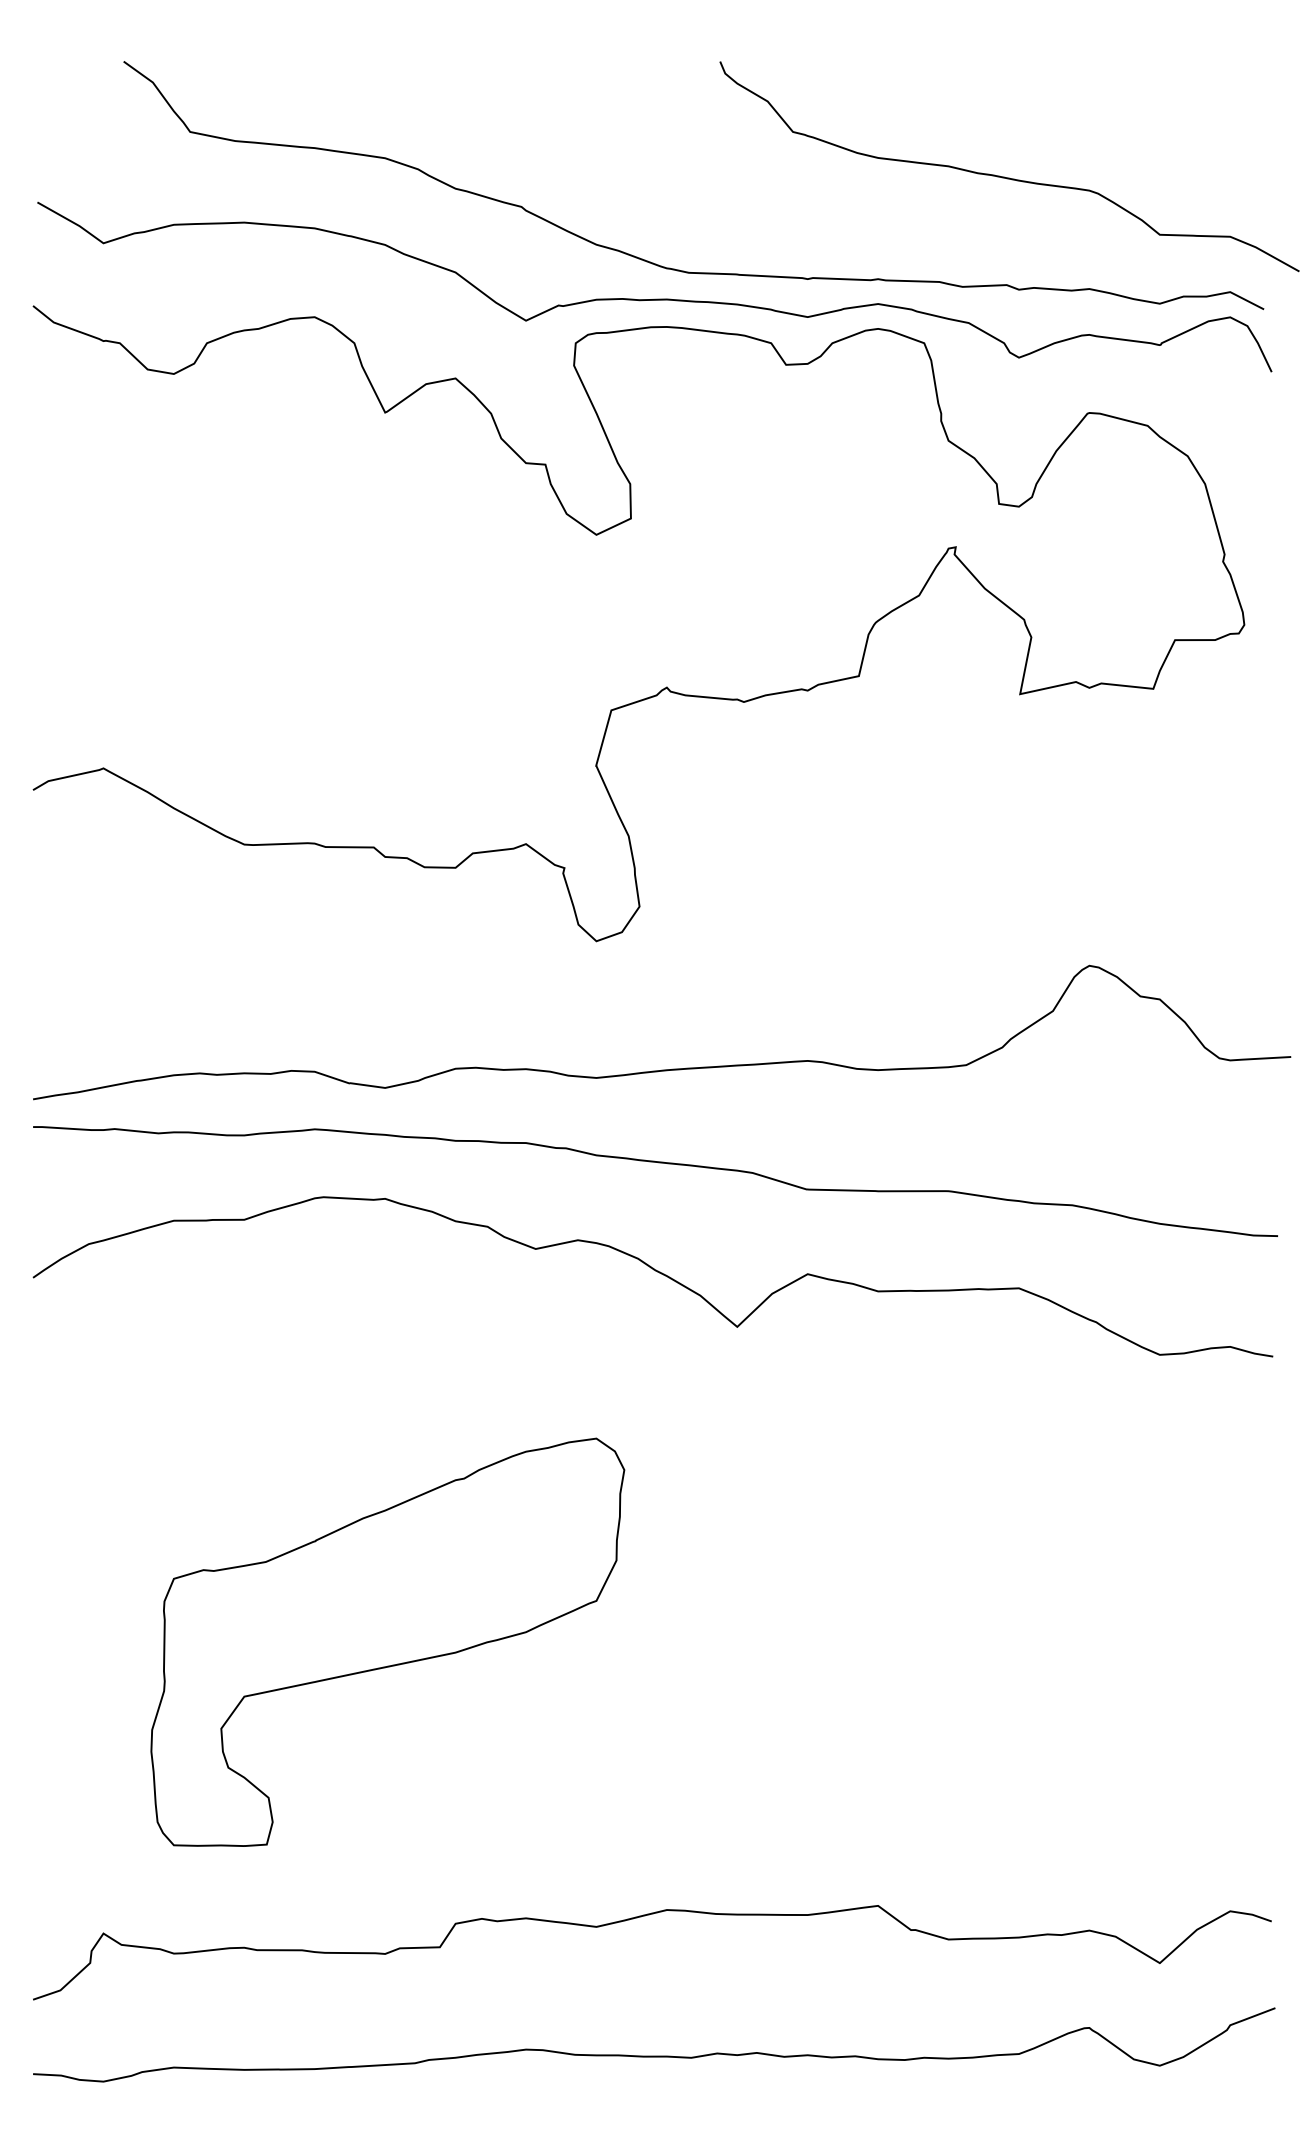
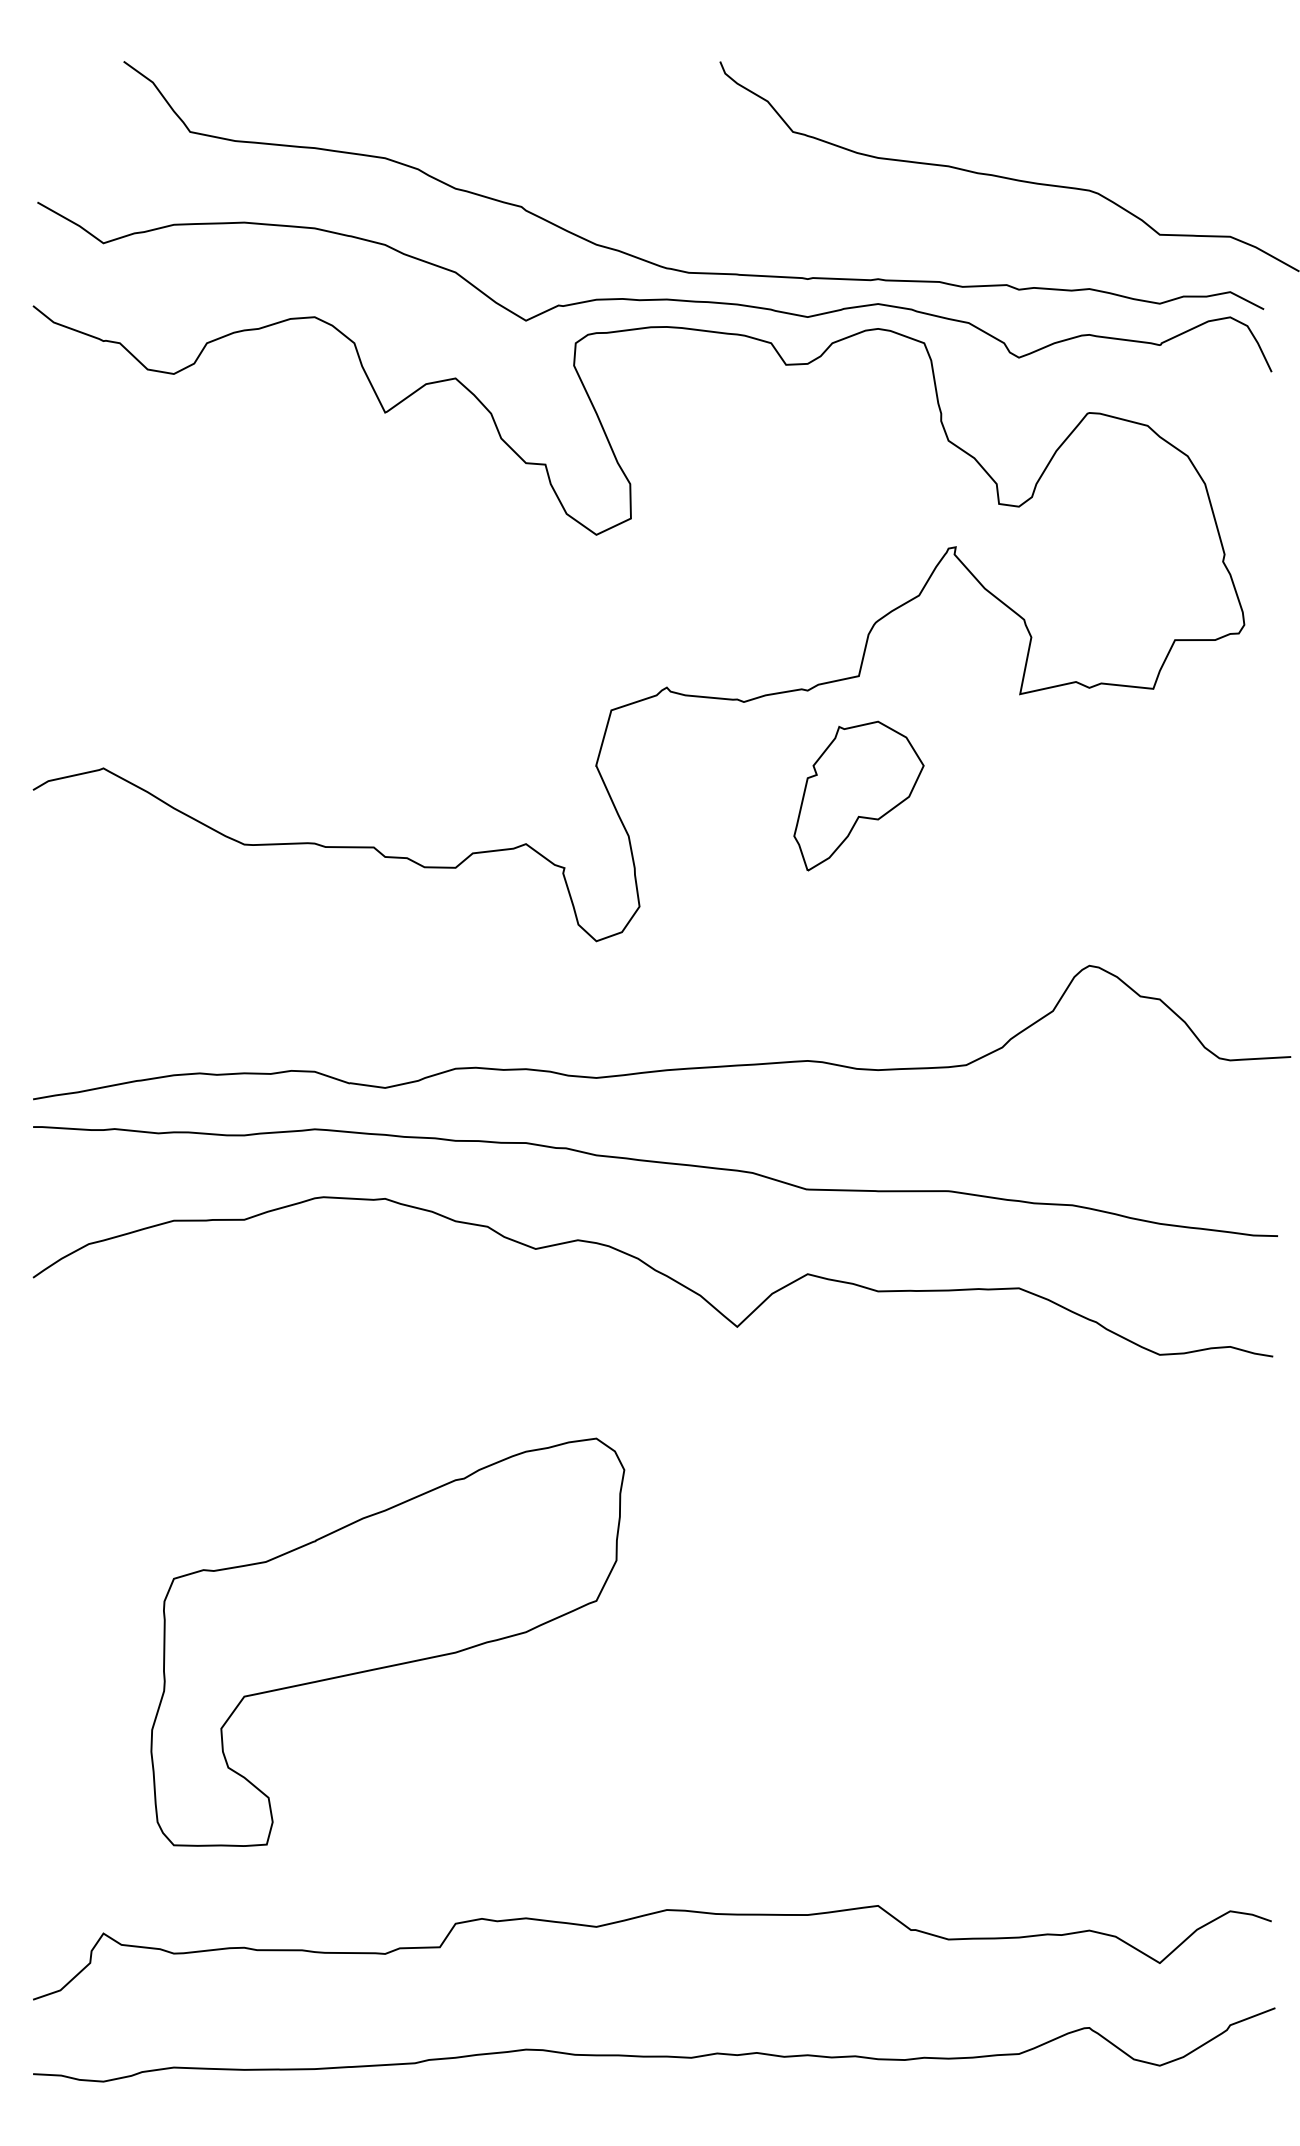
part at (858, 795): none -> present
